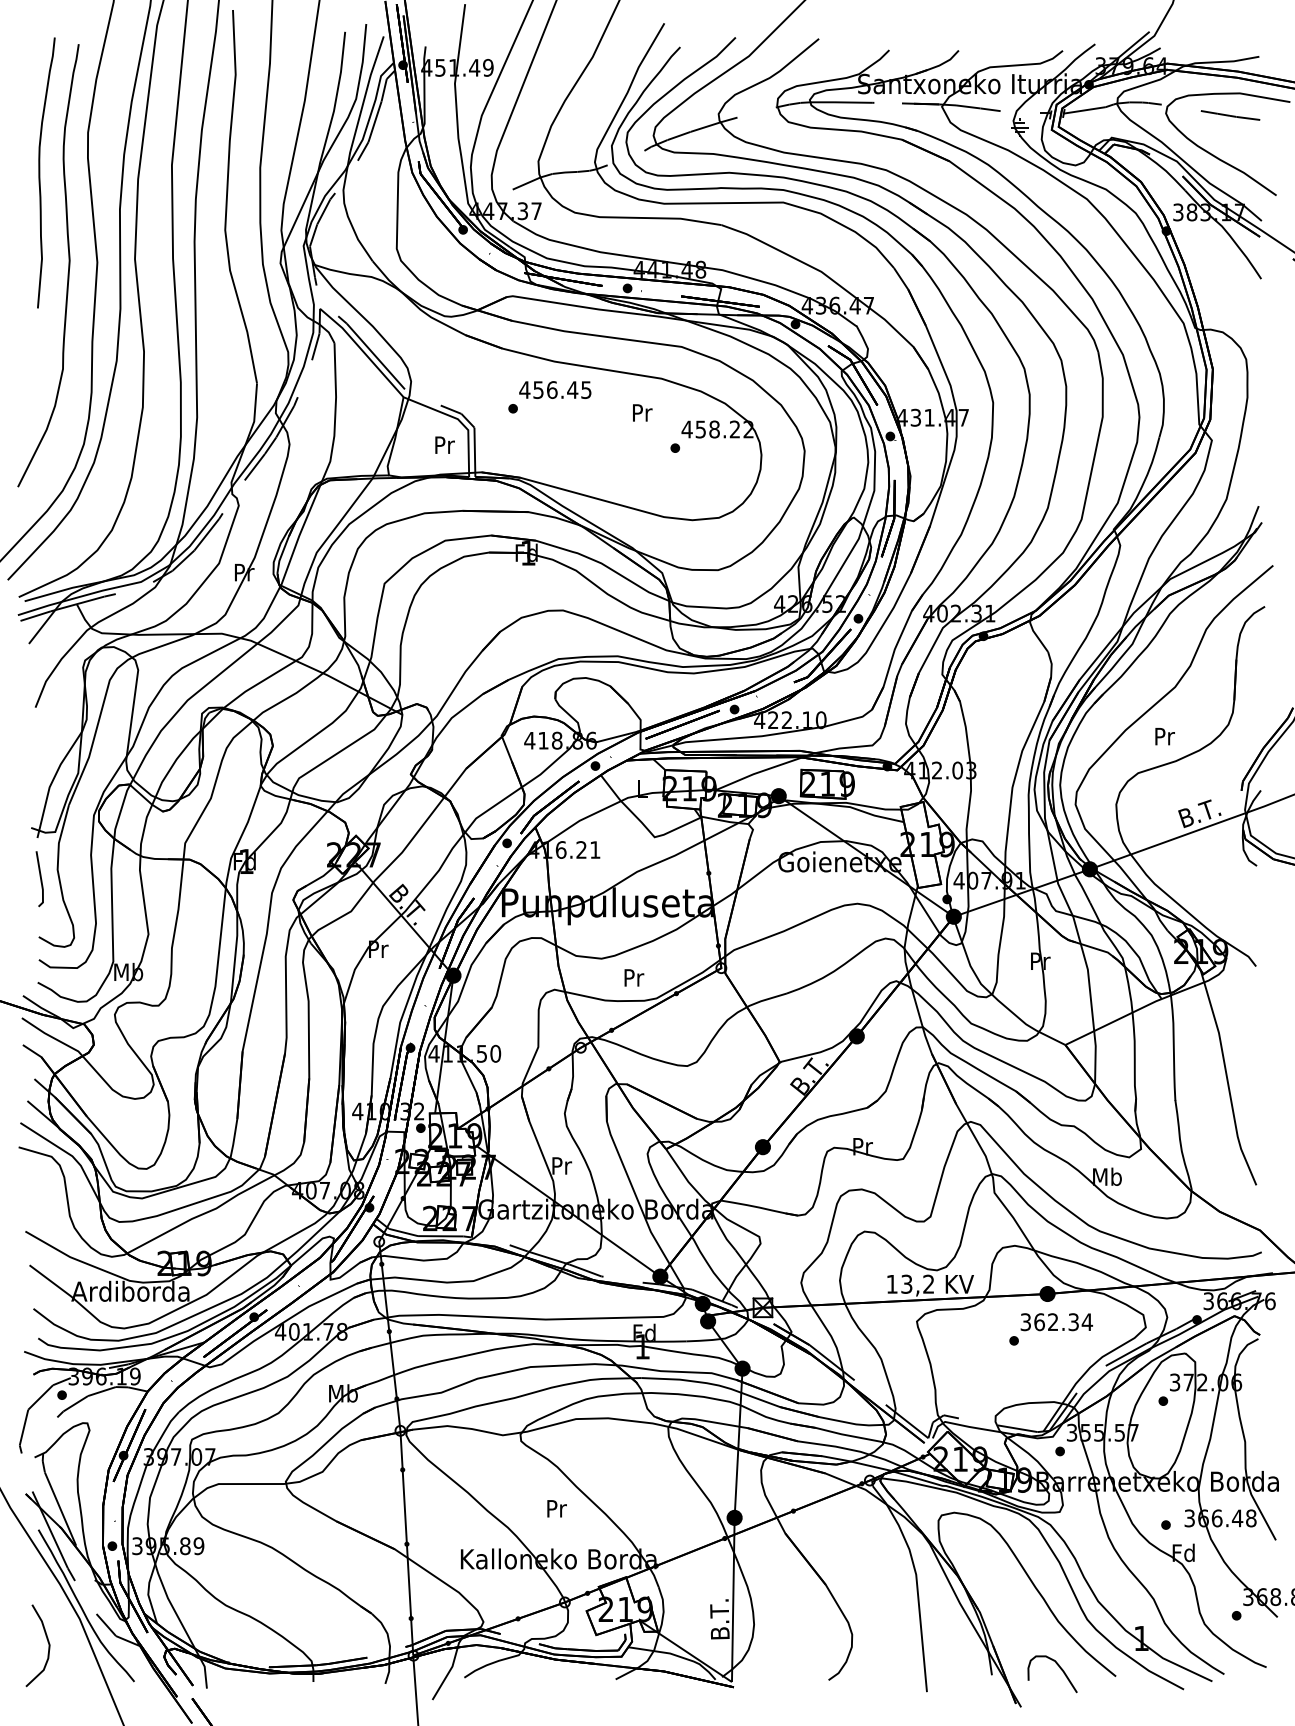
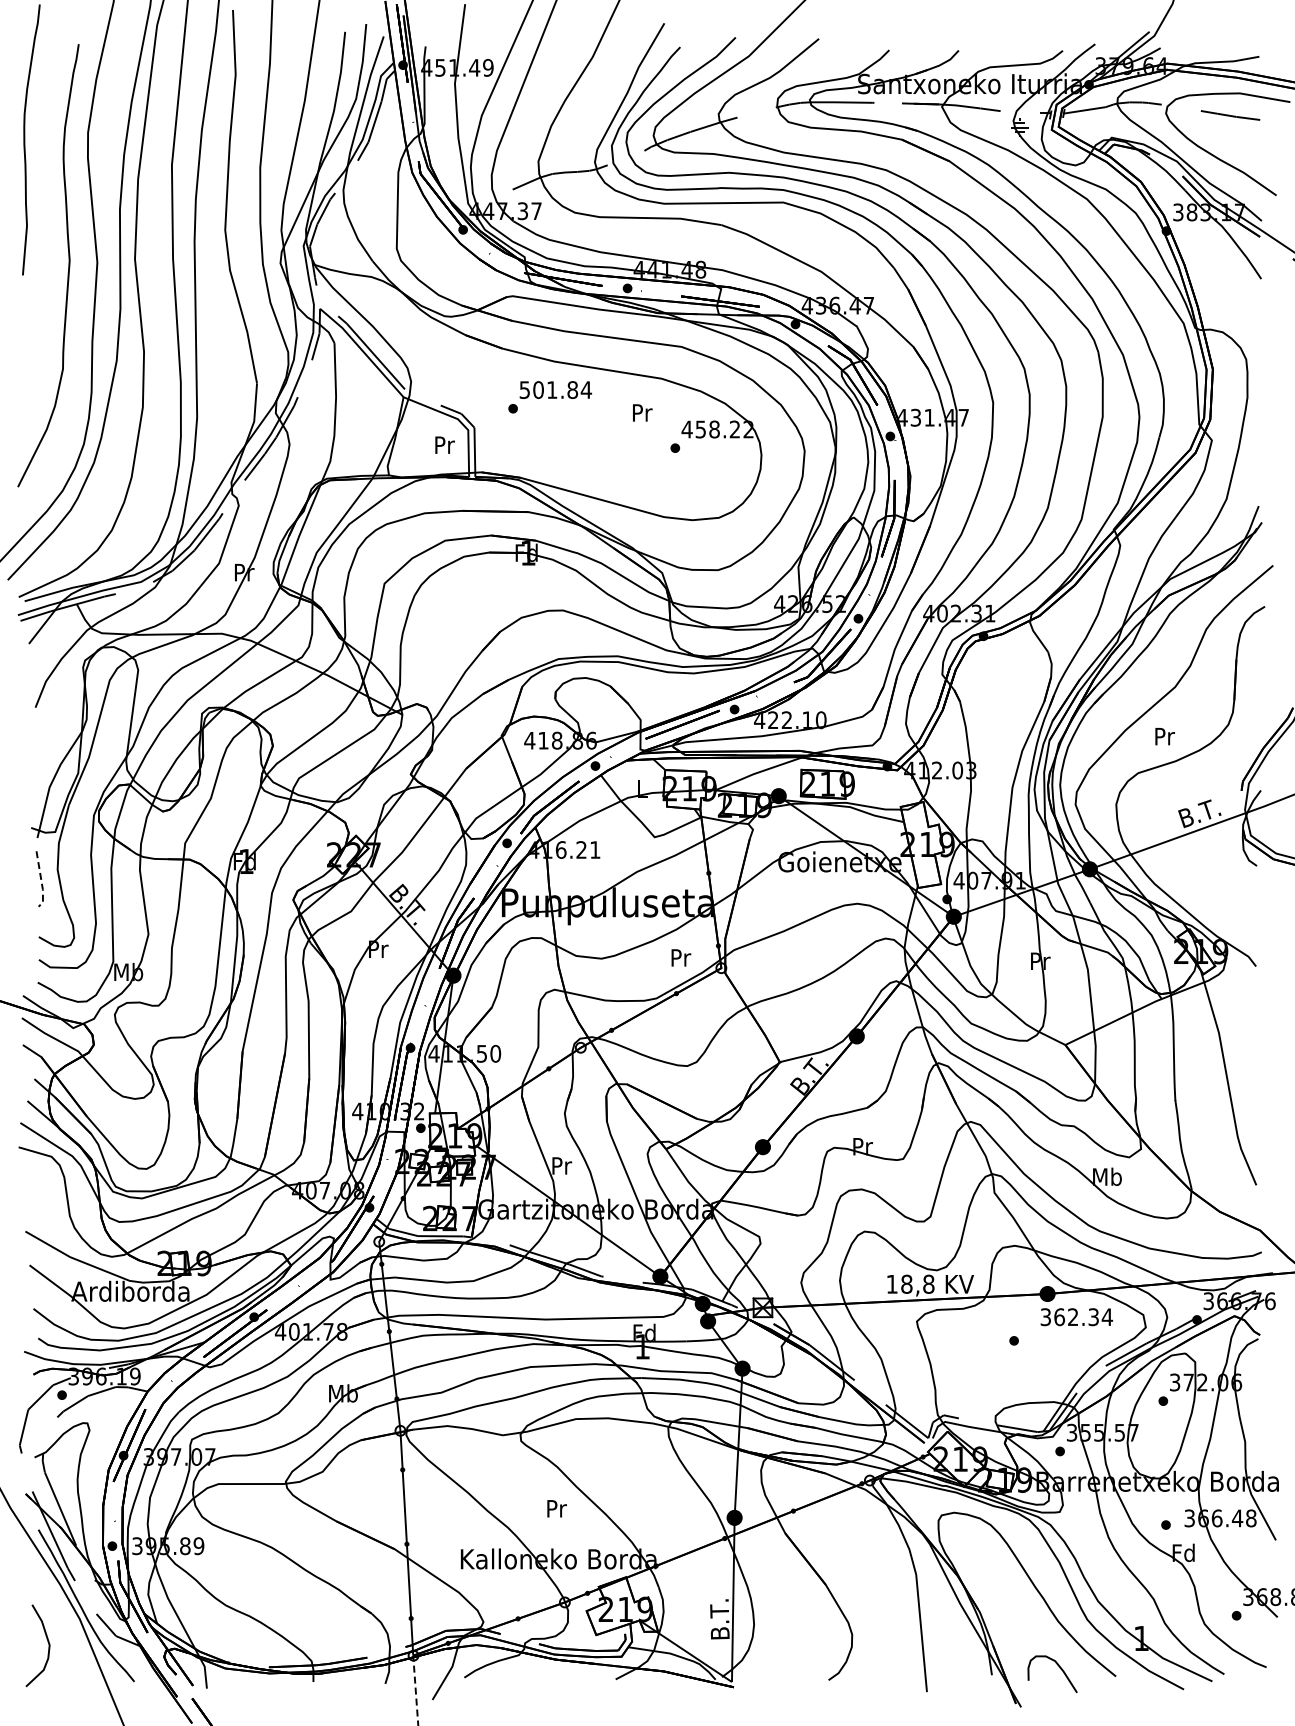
curve at (40, 172) position: (40, 172) -> (25, 139)
text at (555, 390): 456.45 -> 501.84
line at (41, 881): solid -> dashed
text at (634, 977) position: (634, 977) -> (681, 957)
text at (917, 1283): 13,2 -> 18,8
text at (1056, 1322) position: (1056, 1322) -> (1076, 1317)
line at (415, 1690): solid -> dashed
